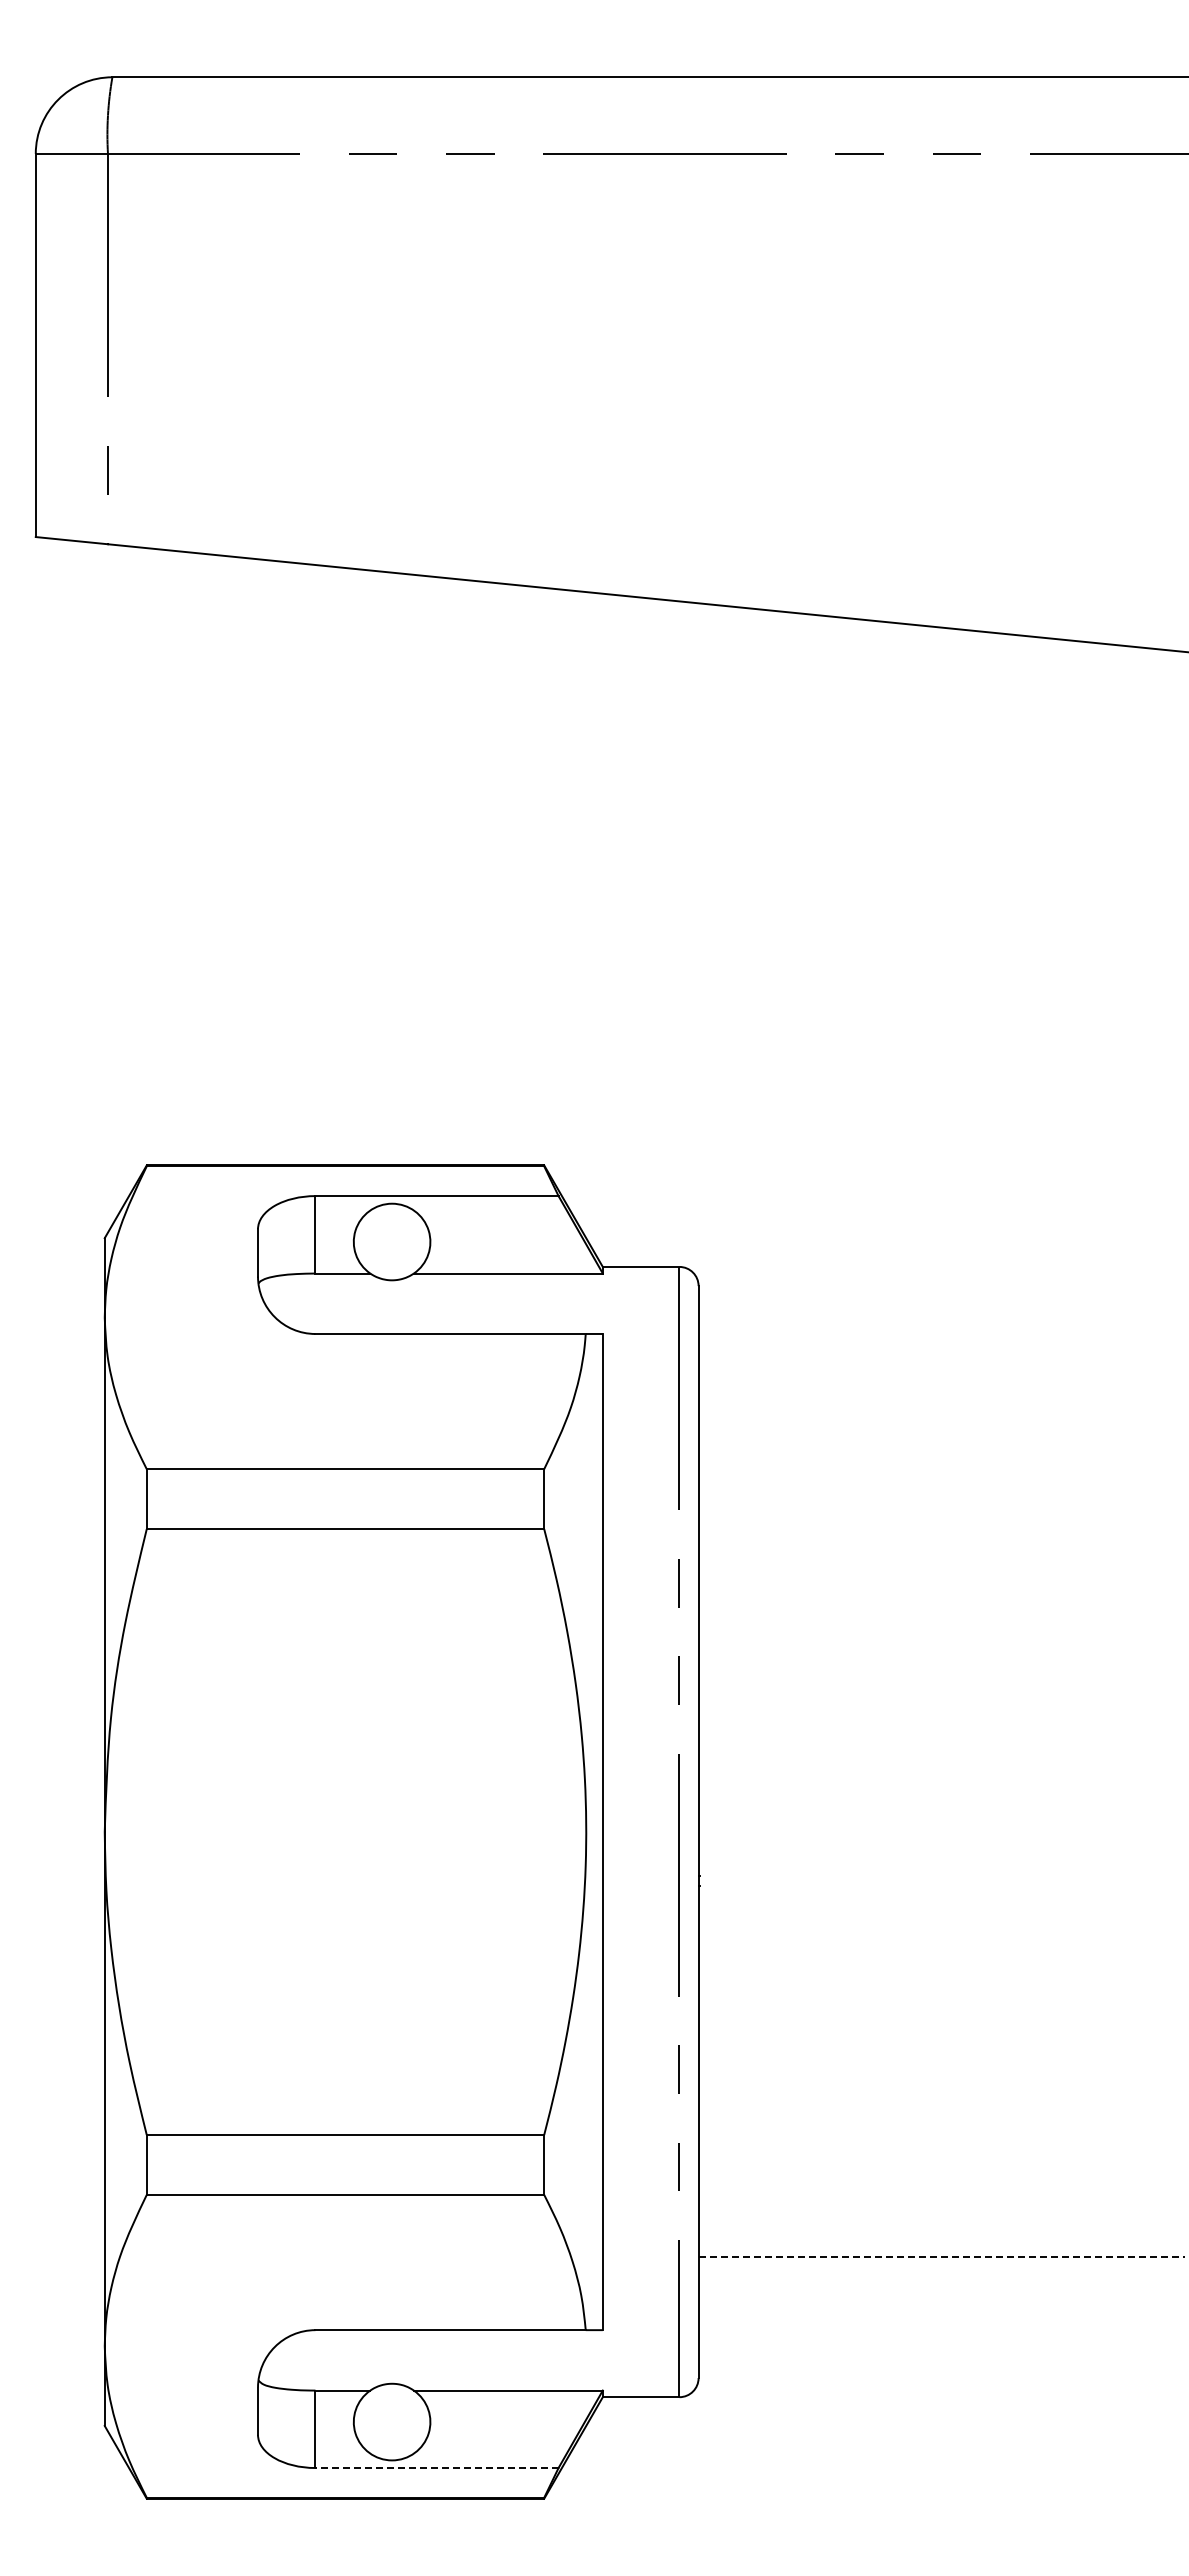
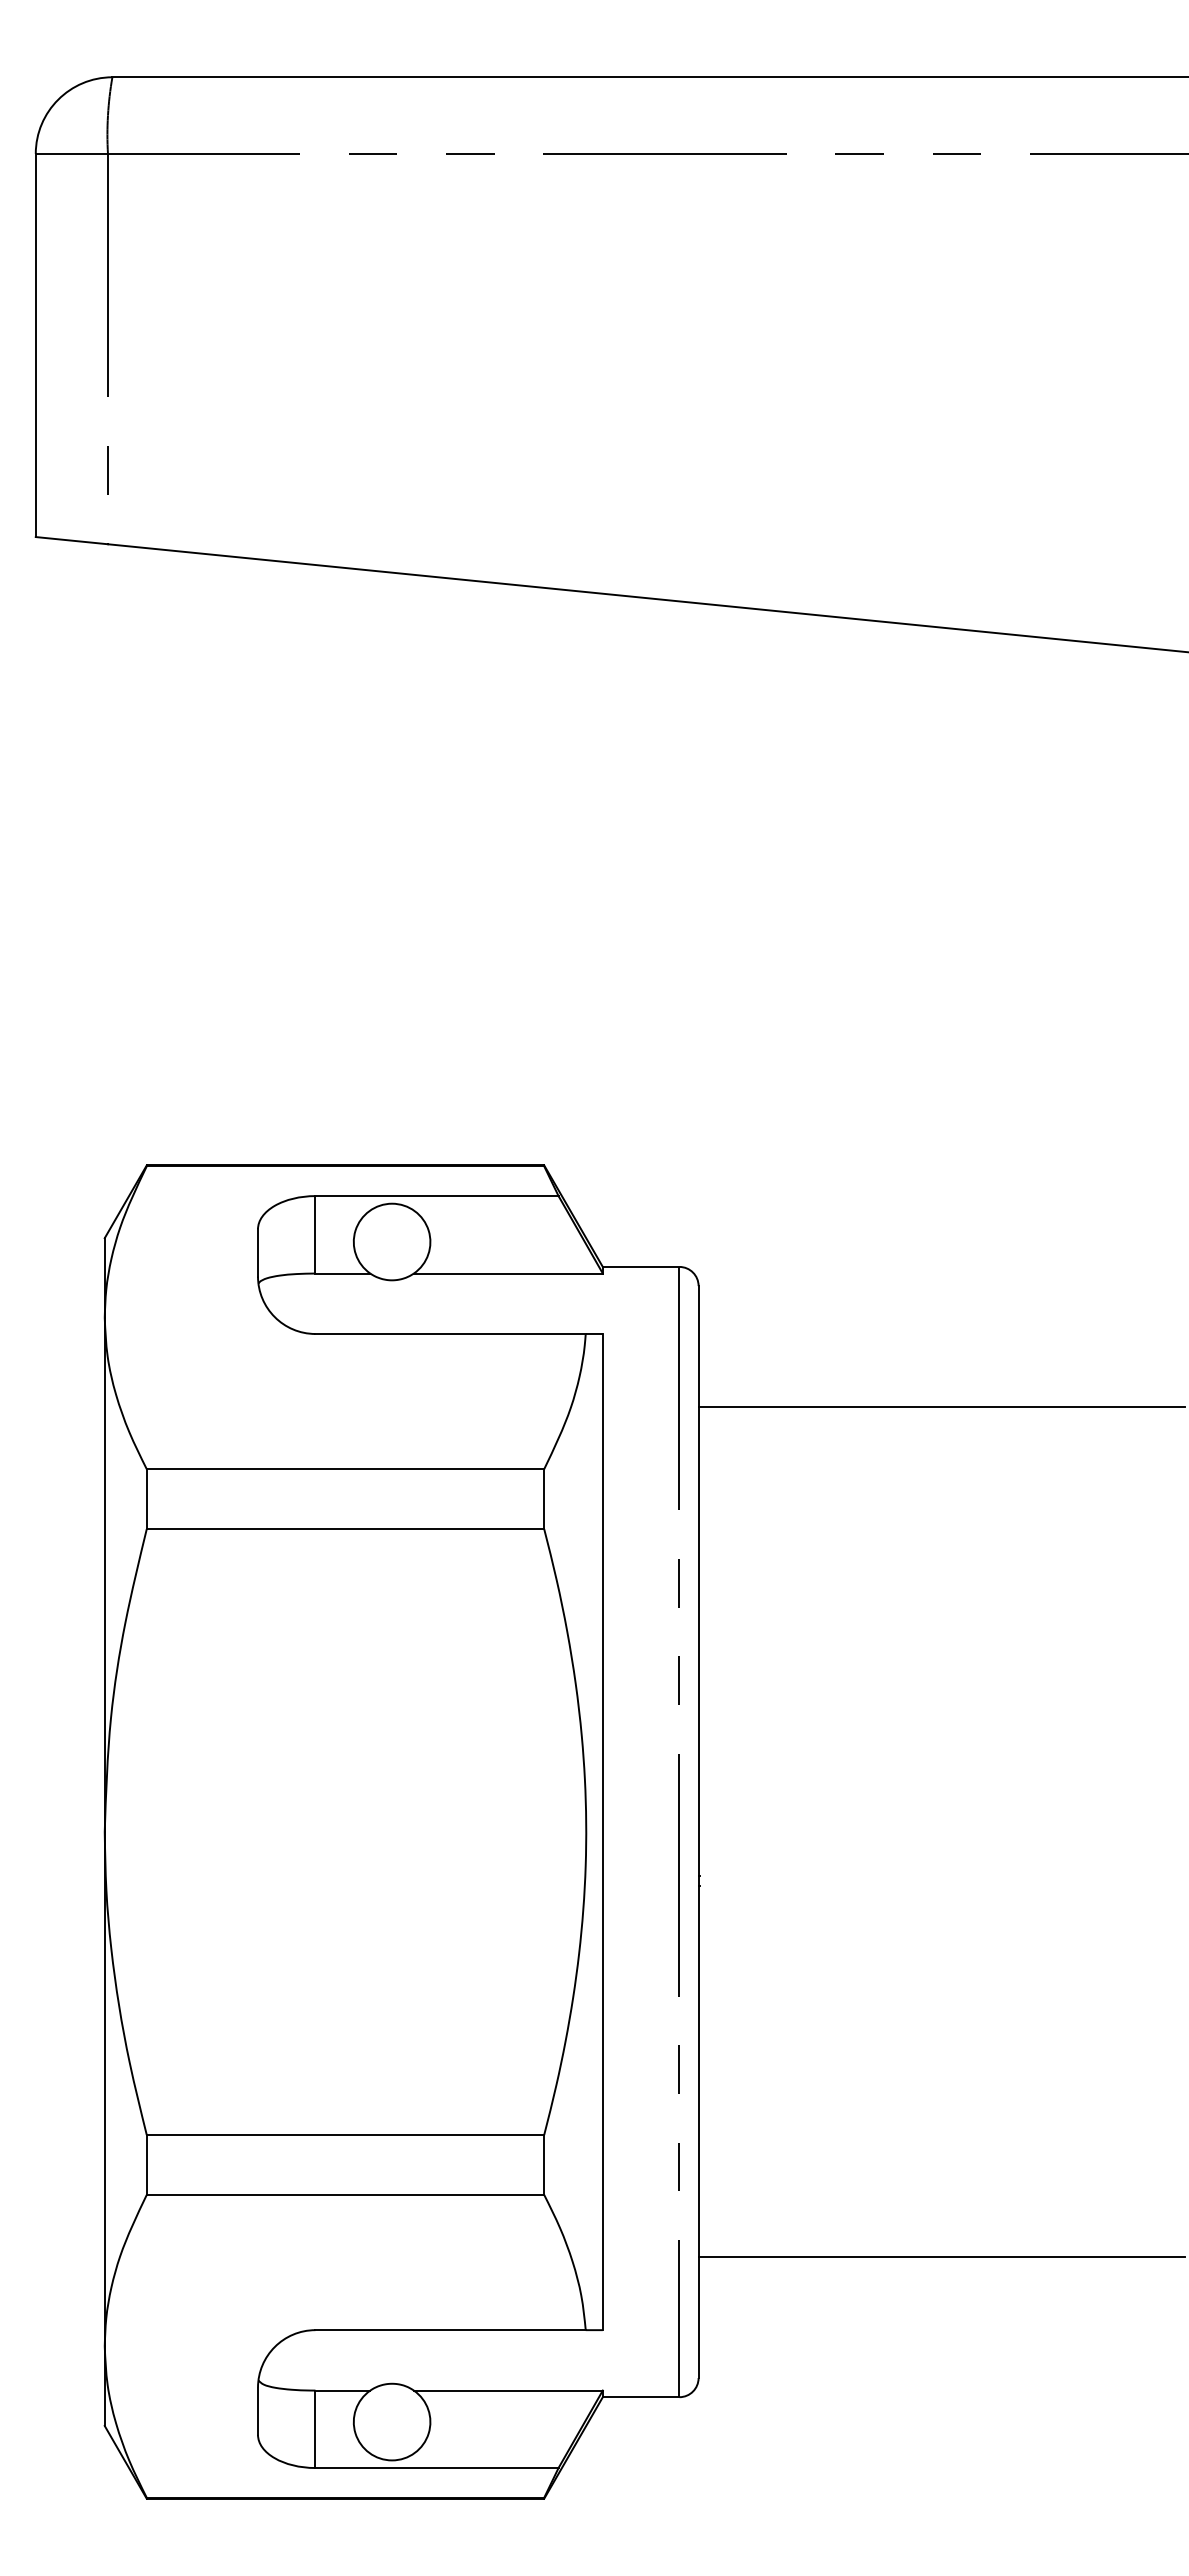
line at (941, 1406): none -> present
line at (942, 2257): dashed -> solid
line at (437, 2468): dashed -> solid
